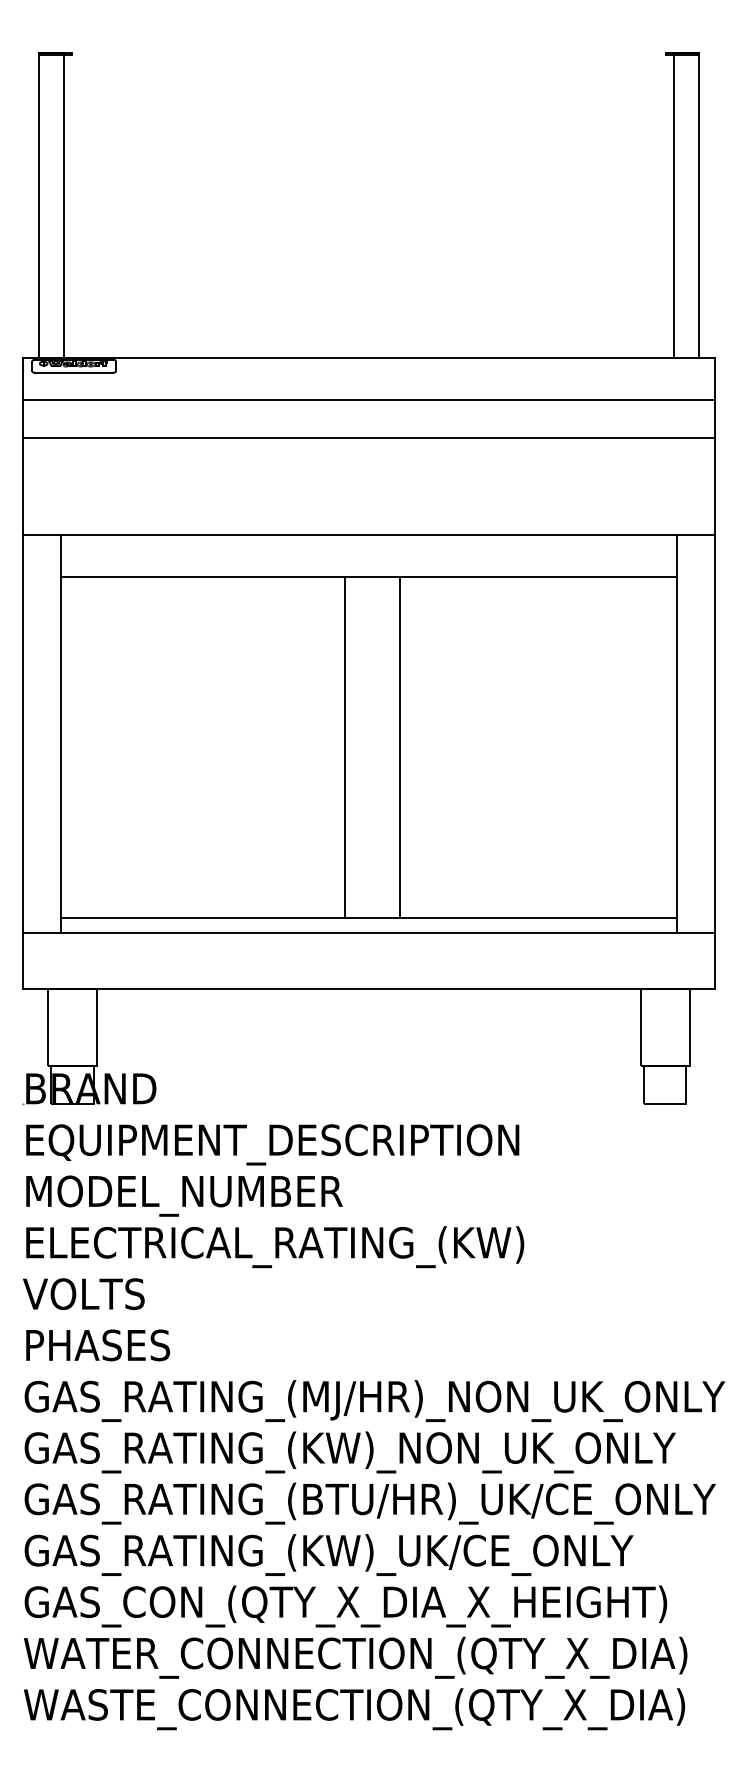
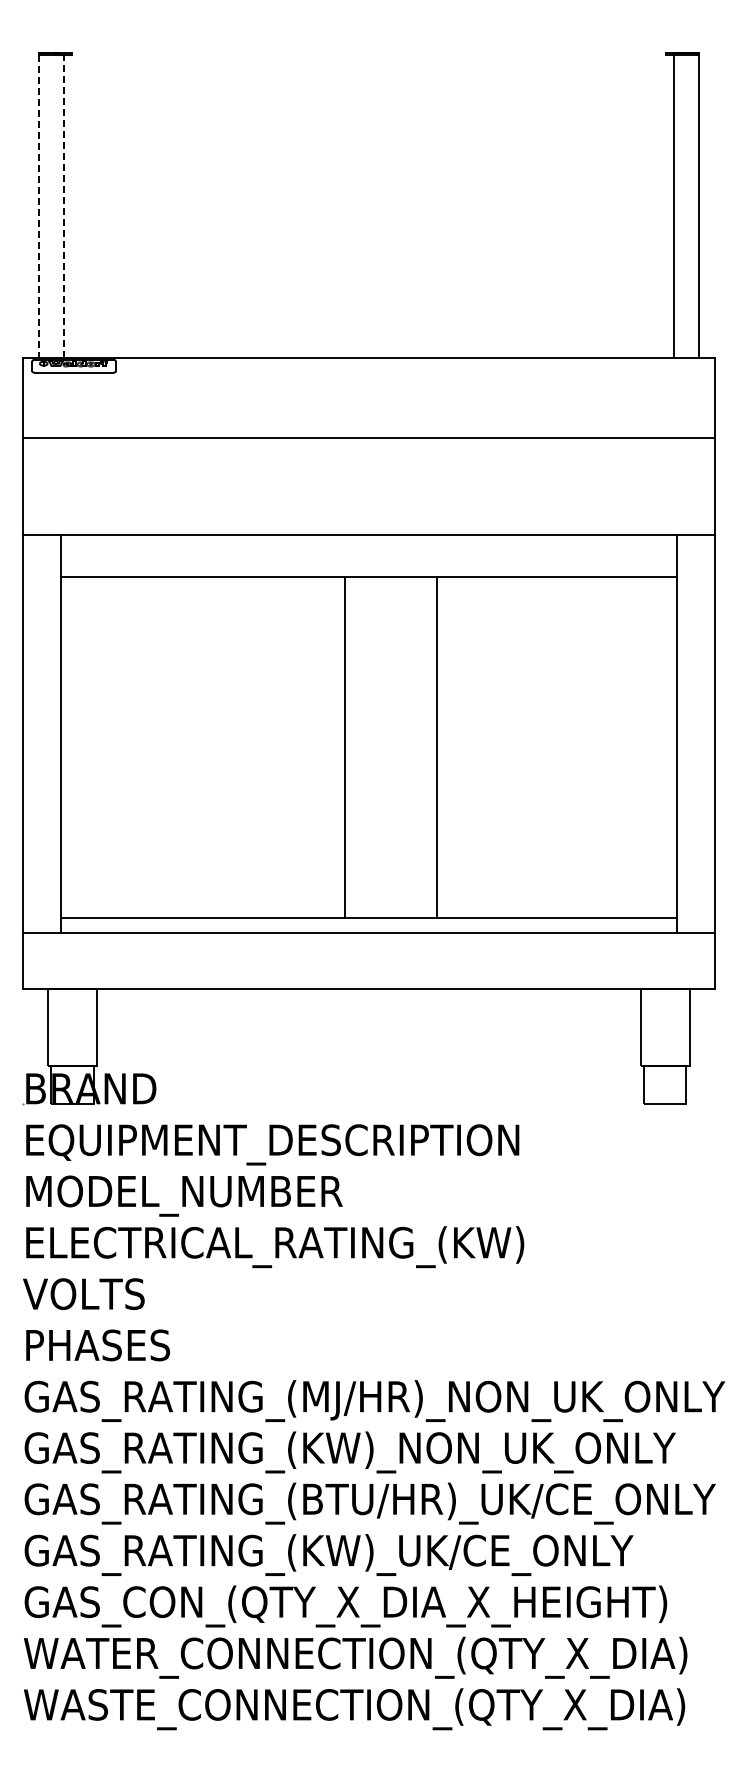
line at (50, 53): solid -> dashed
line at (368, 399): present -> none
line at (400, 746) position: (400, 746) -> (437, 746)
